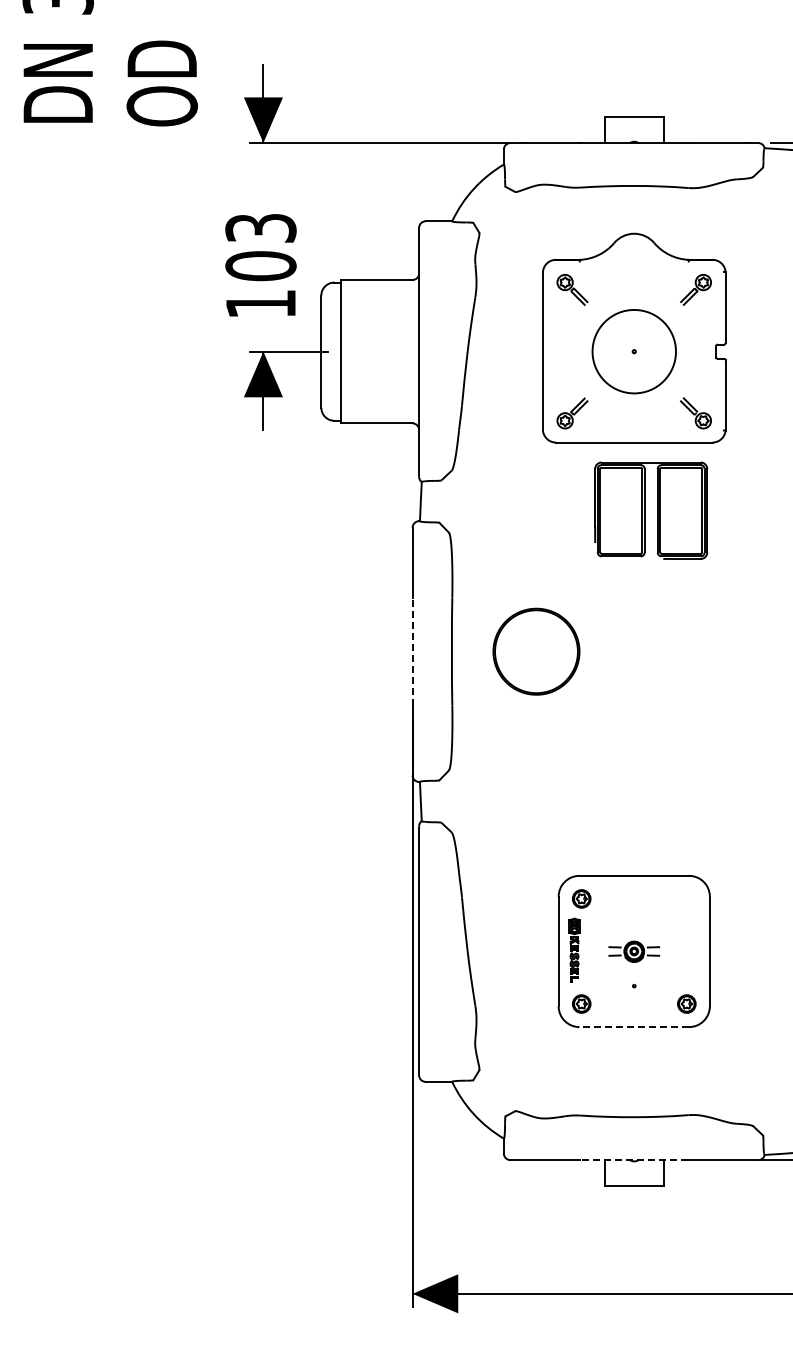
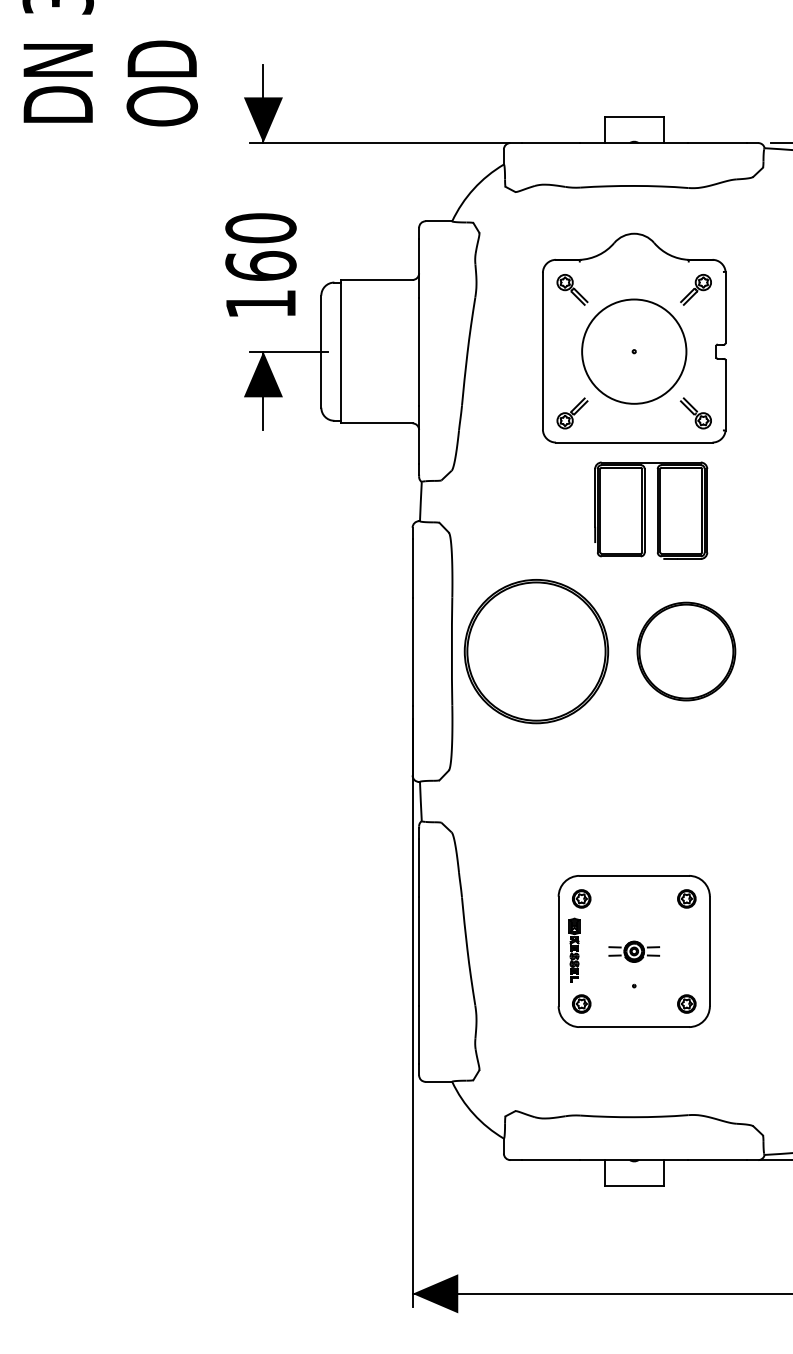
text at (260, 247): 103 -> 160
circle at (634, 351) diameter: 83 px -> 104 px
line at (412, 651): dashed -> solid
part at (536, 651) size: 89x89 px -> 147x146 px
part at (686, 651): none -> present
part at (686, 898): none -> present
line at (634, 1027): dashed -> solid
line at (633, 1160): dashed -> solid
